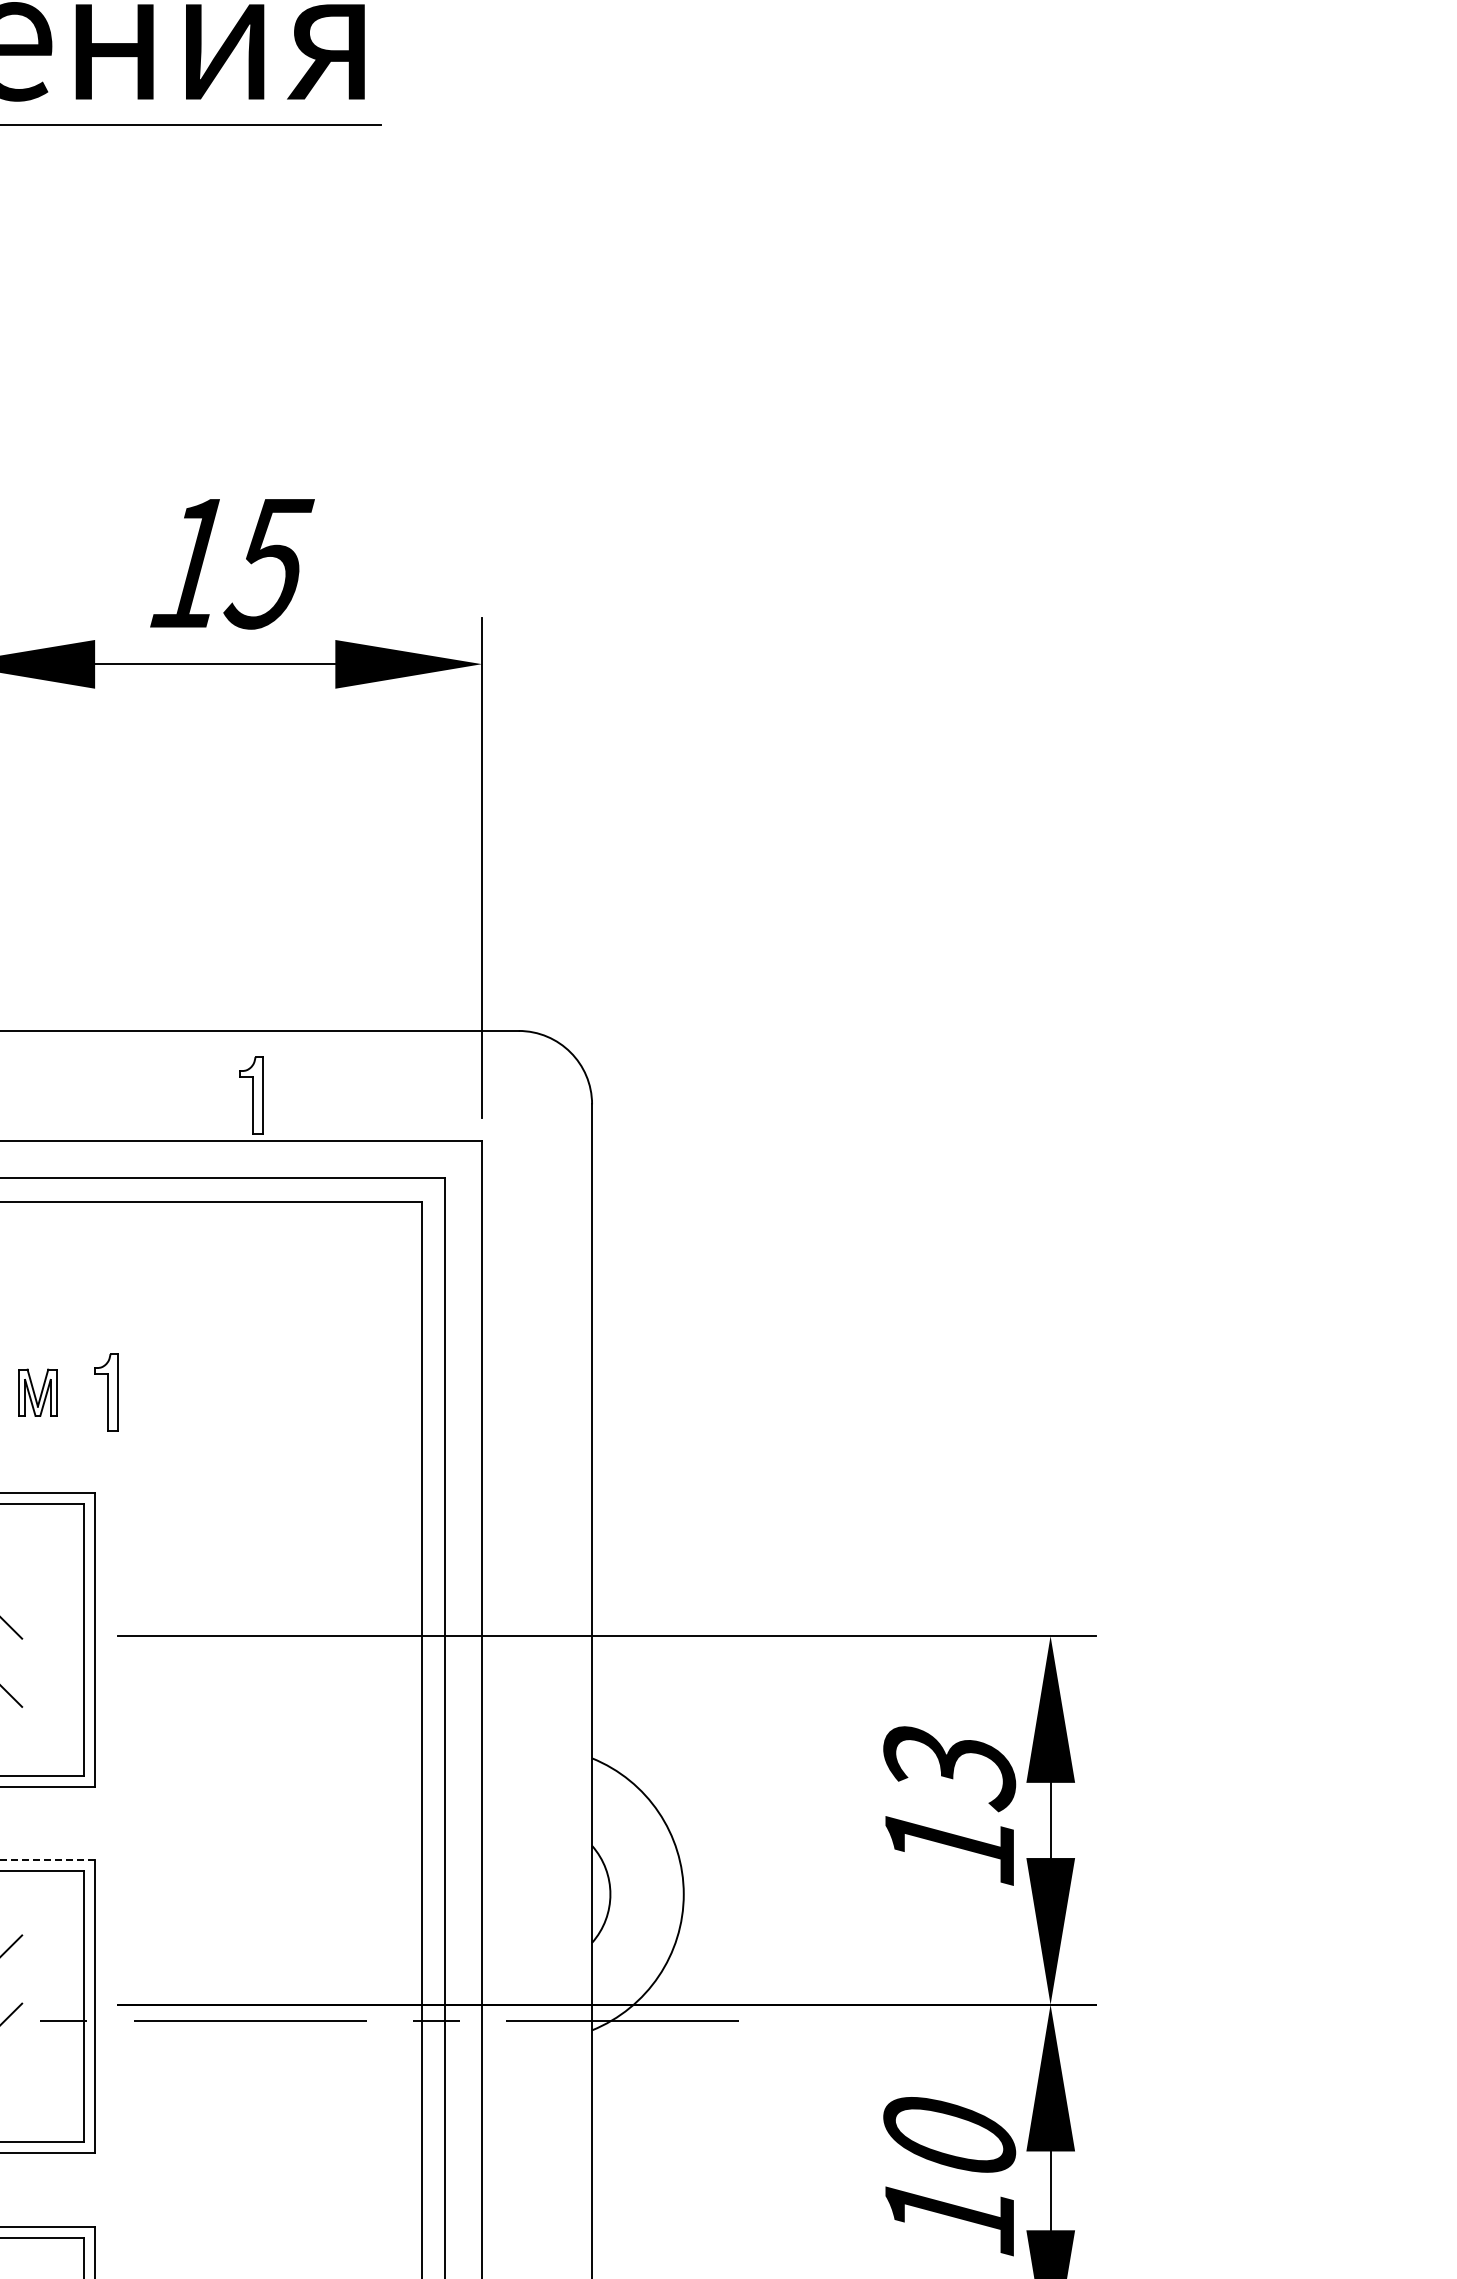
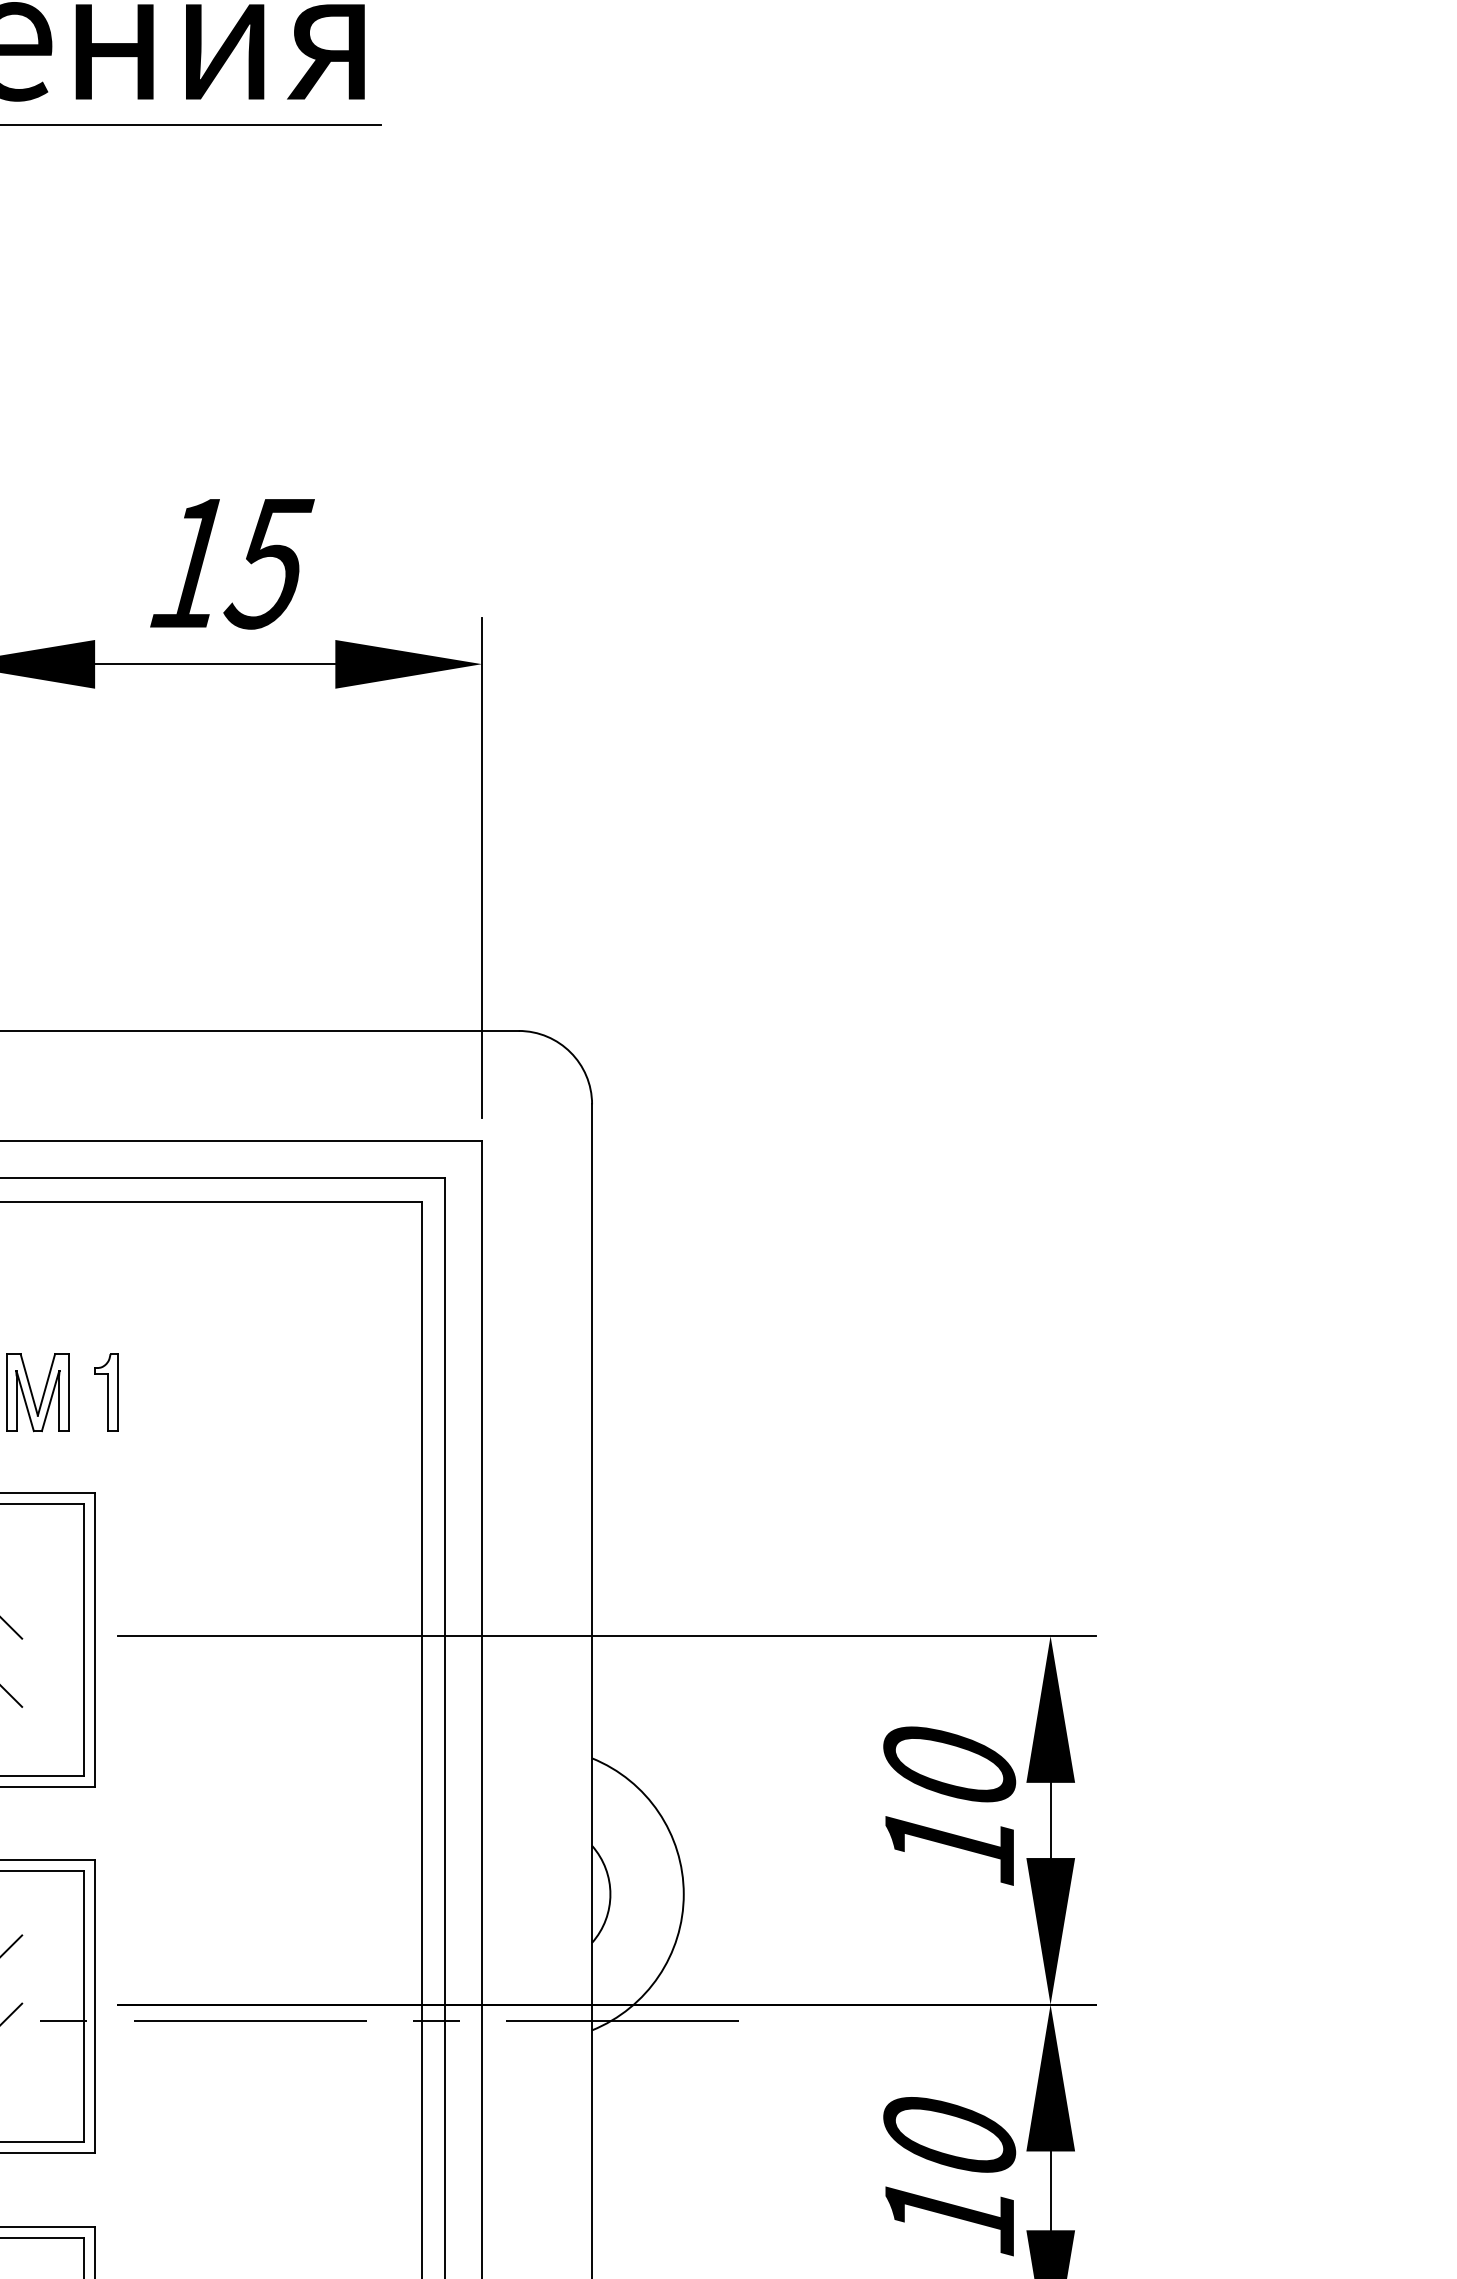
part at (251, 1095): present -> none
part at (37, 1392) size: 40x49 px -> 64x80 px
text at (949, 1769): 13 -> 10
line at (47, 1859): dashed -> solid
